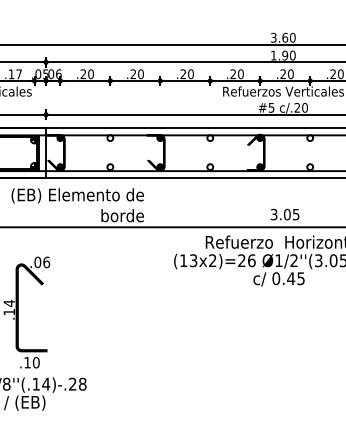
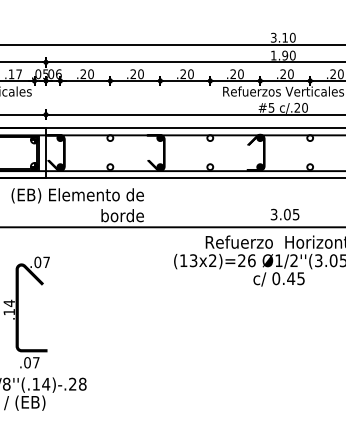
text at (285, 37): 3.60 -> 3.10
text at (46, 262): .06 -> .07
text at (31, 362): .10 -> .07
